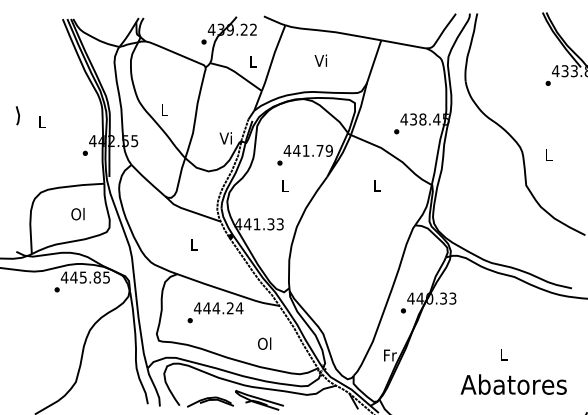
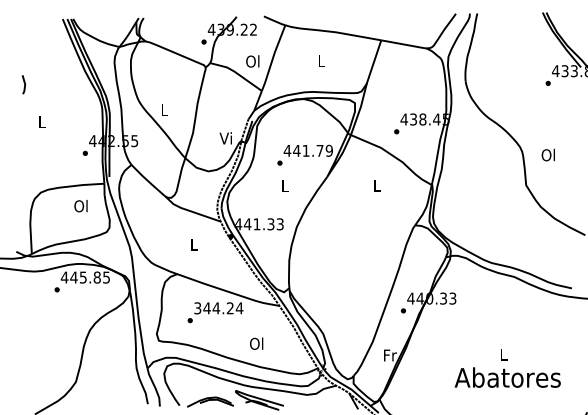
text at (320, 60): Vi -> L
text at (252, 61): L -> Ol
line at (18, 115) position: (18, 115) -> (24, 84)
text at (547, 154): L -> Ol
text at (77, 214) position: (77, 214) -> (80, 206)
text at (197, 308): 444.24 -> 344.24
text at (264, 343) position: (264, 343) -> (256, 343)
text at (513, 384) position: (513, 384) -> (507, 377)
